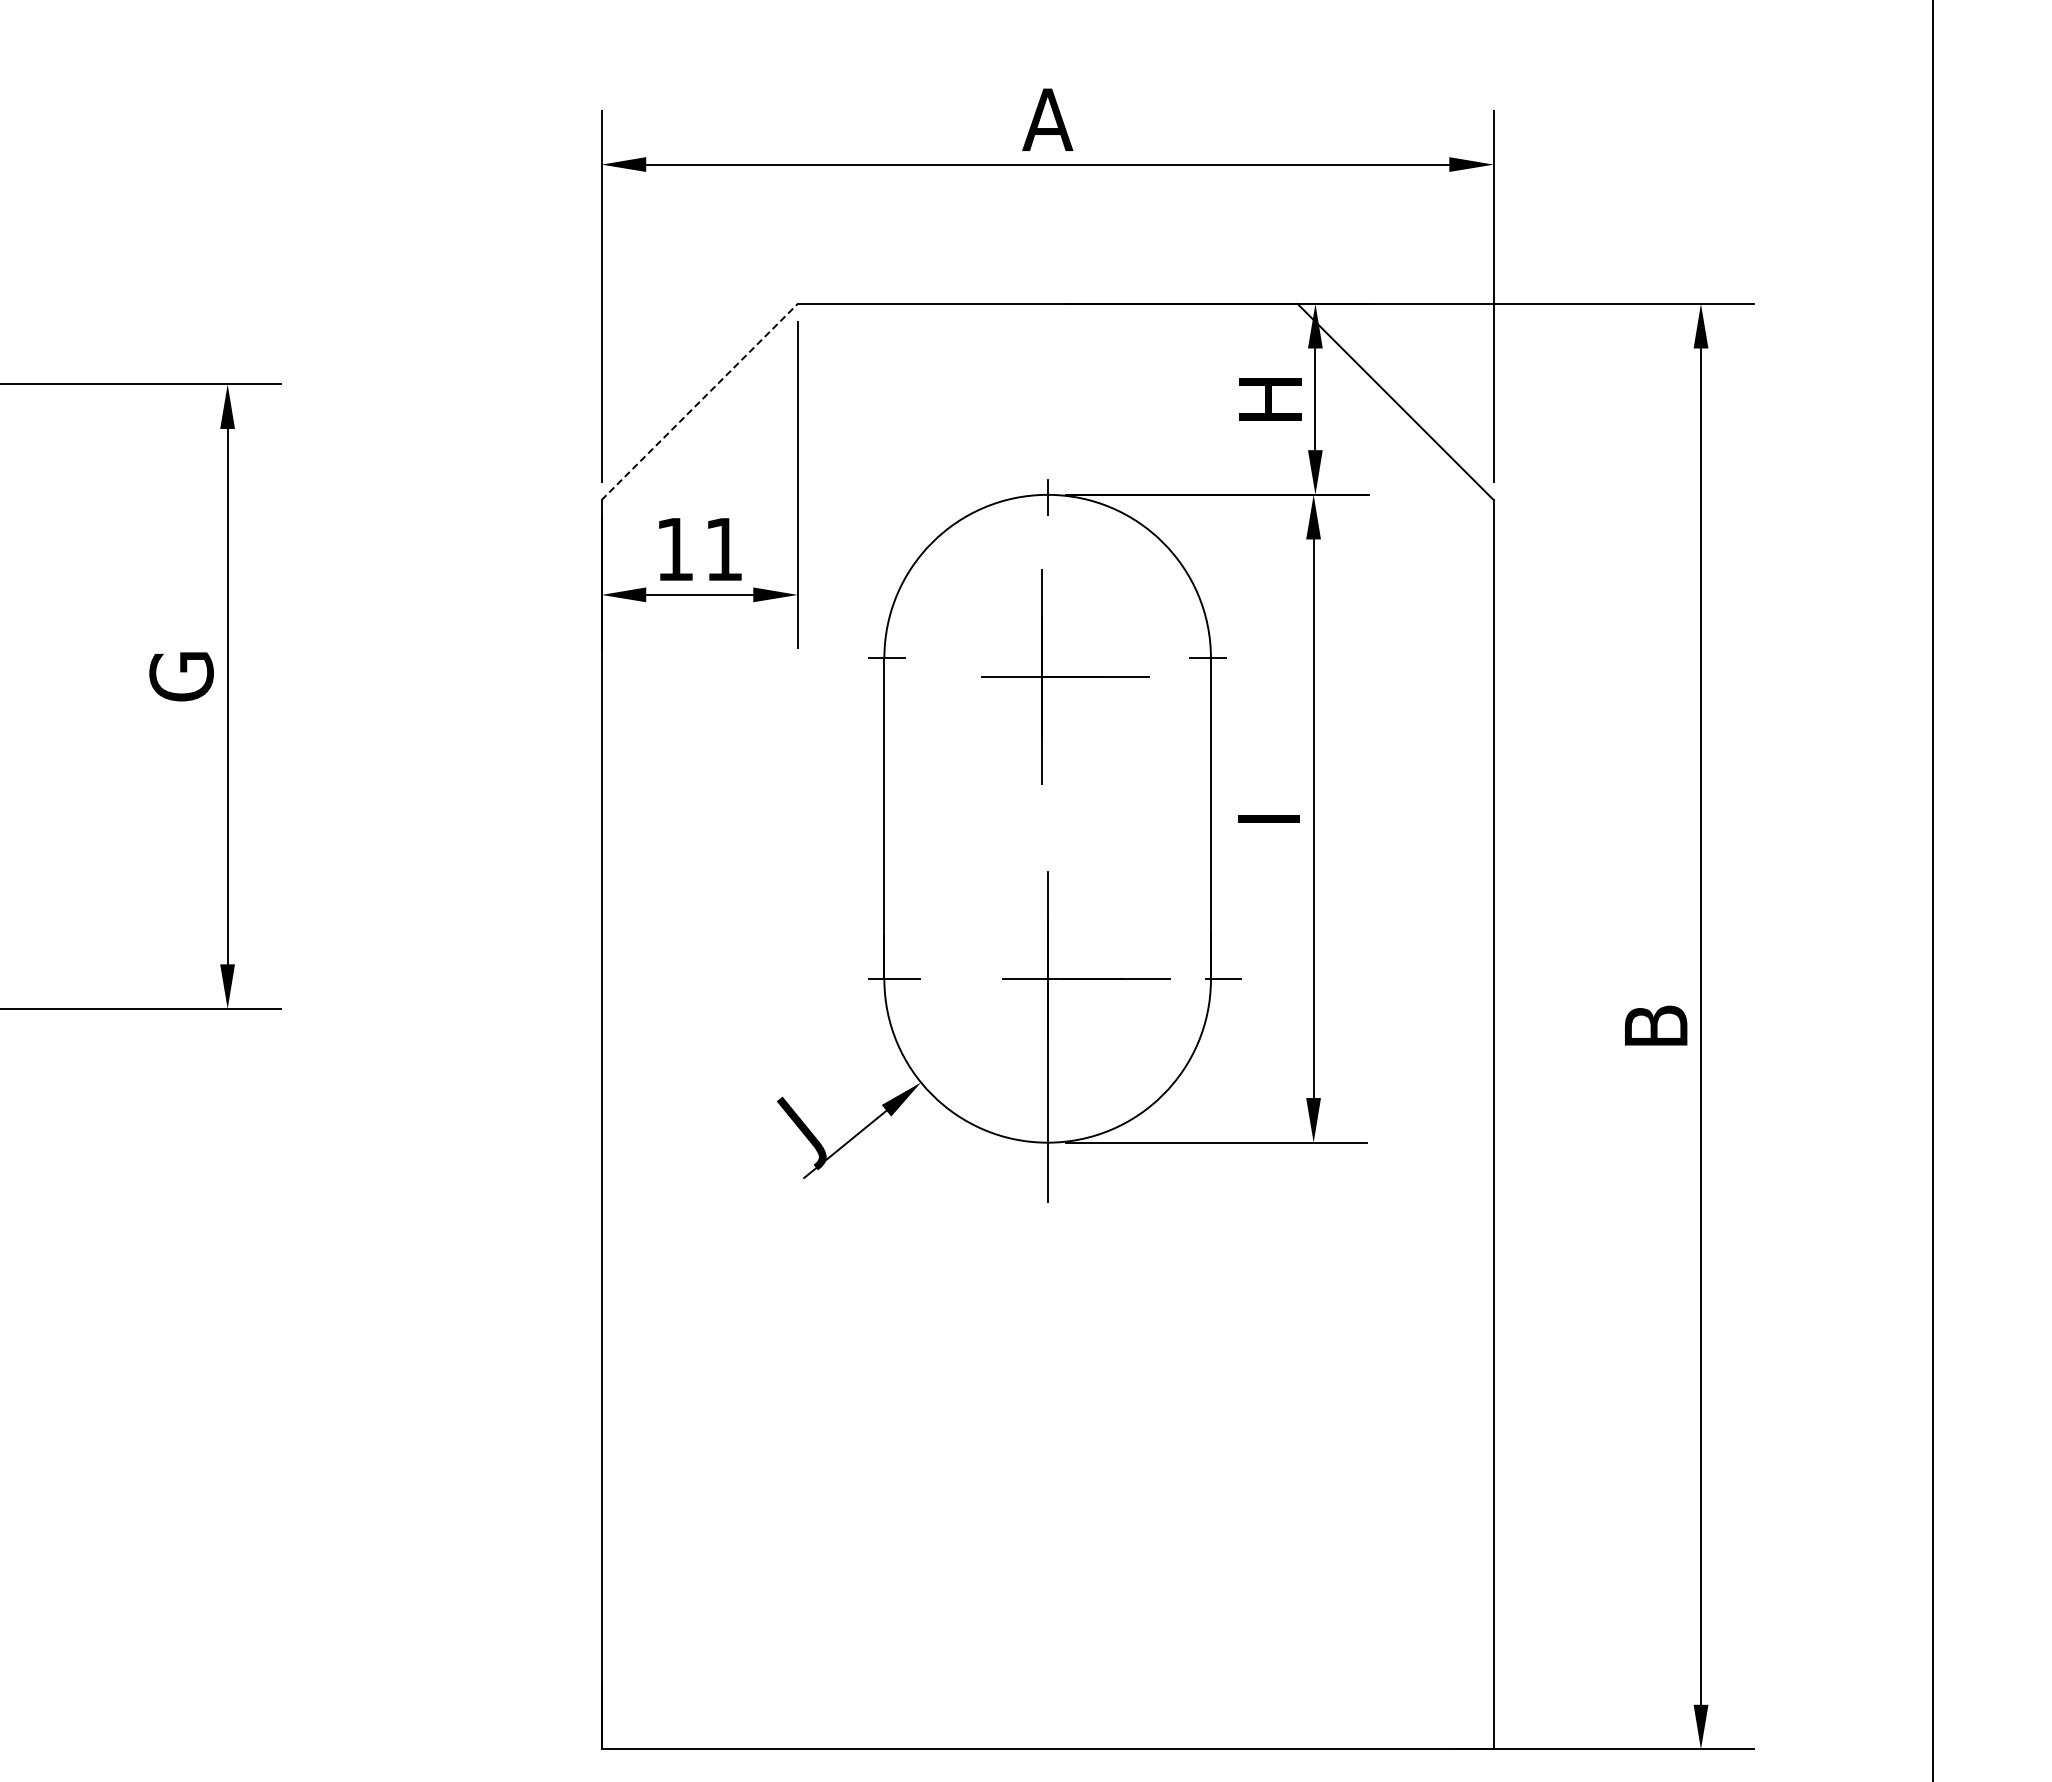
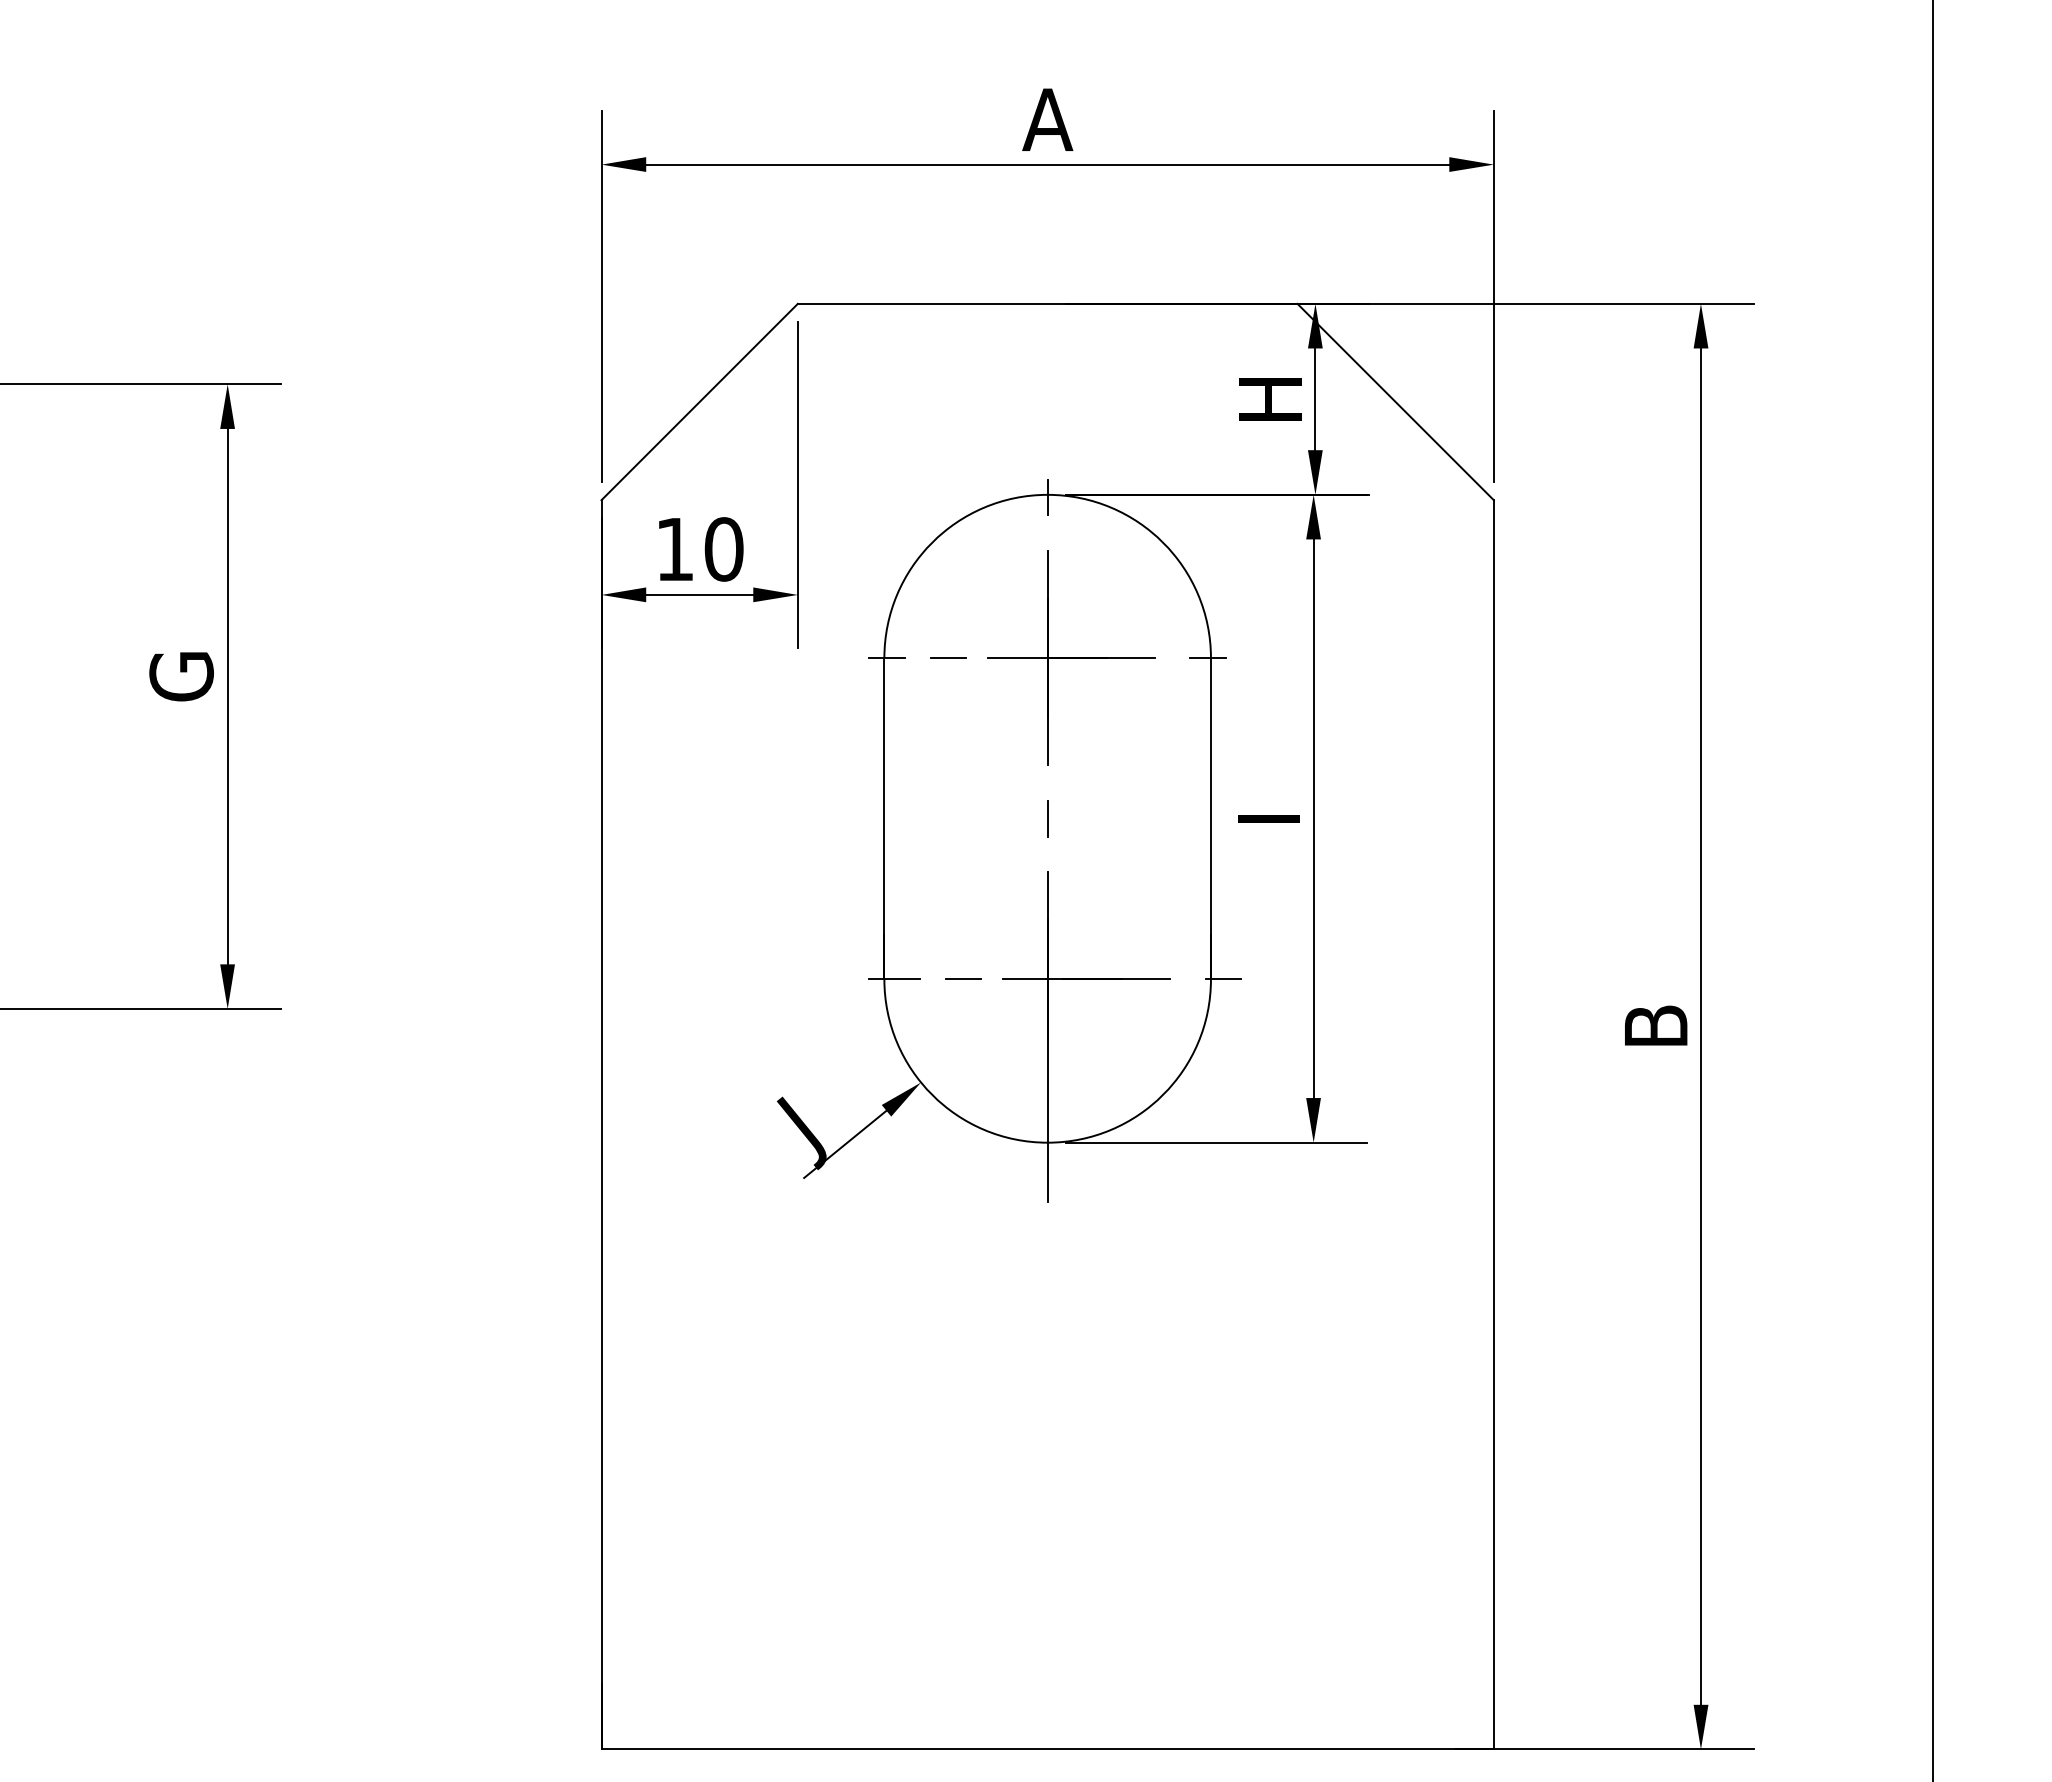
line at (699, 402): dashed -> solid
text at (723, 549): 11 -> 10
line at (948, 658): none -> present
part at (1065, 676) position: (1065, 676) -> (1071, 657)
line at (1047, 818): none -> present
line at (963, 979): none -> present
